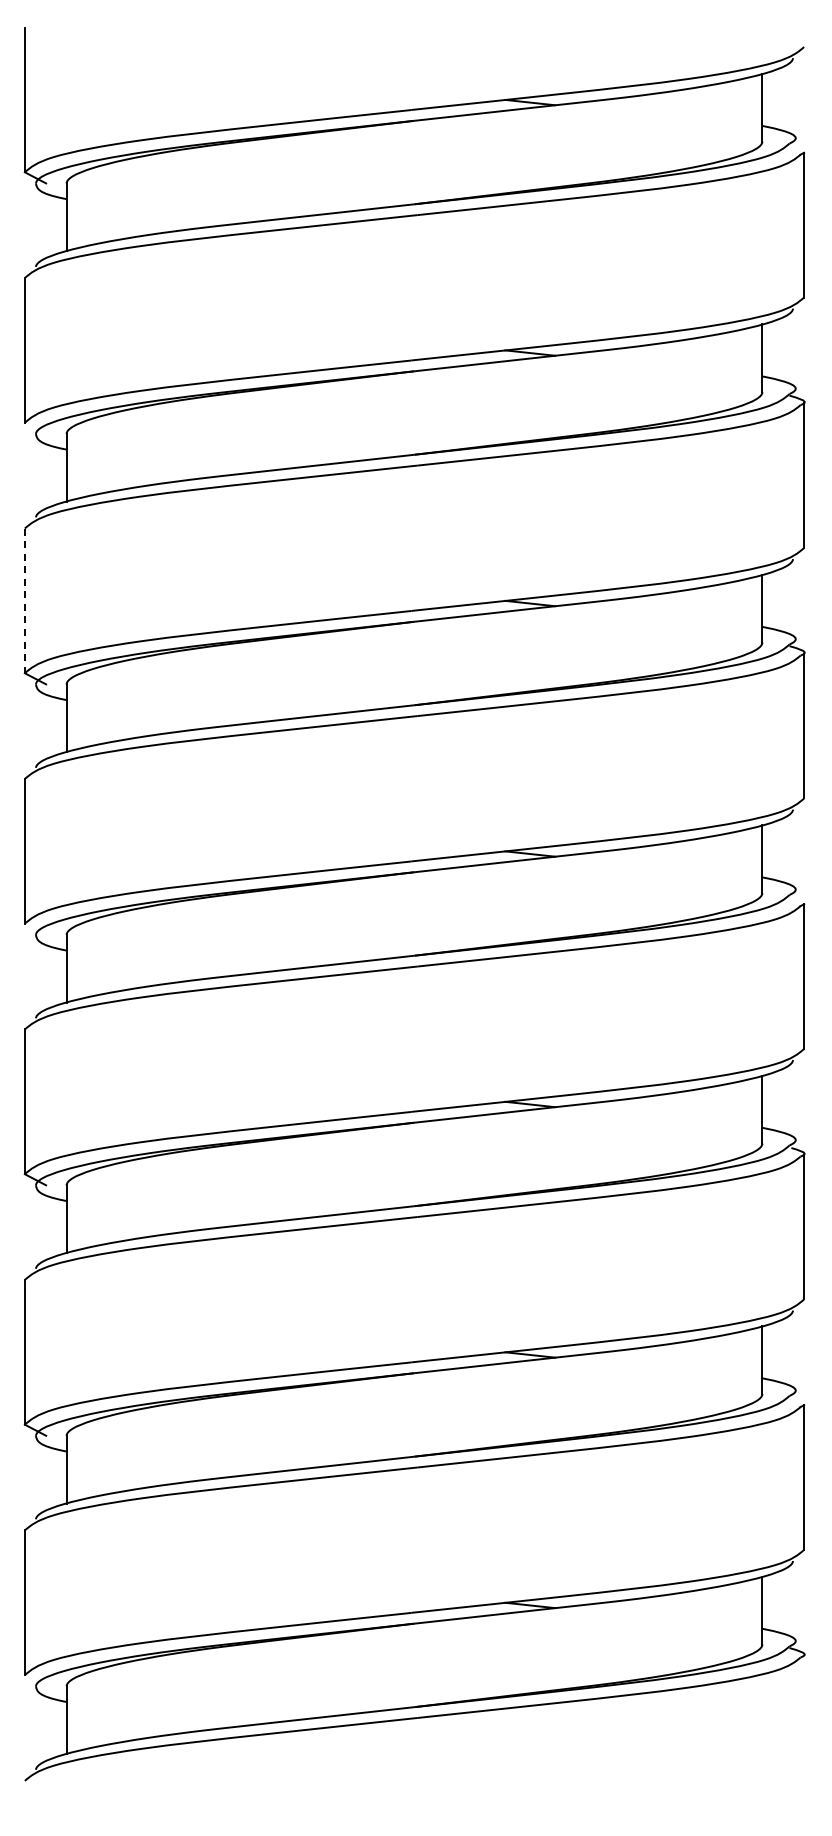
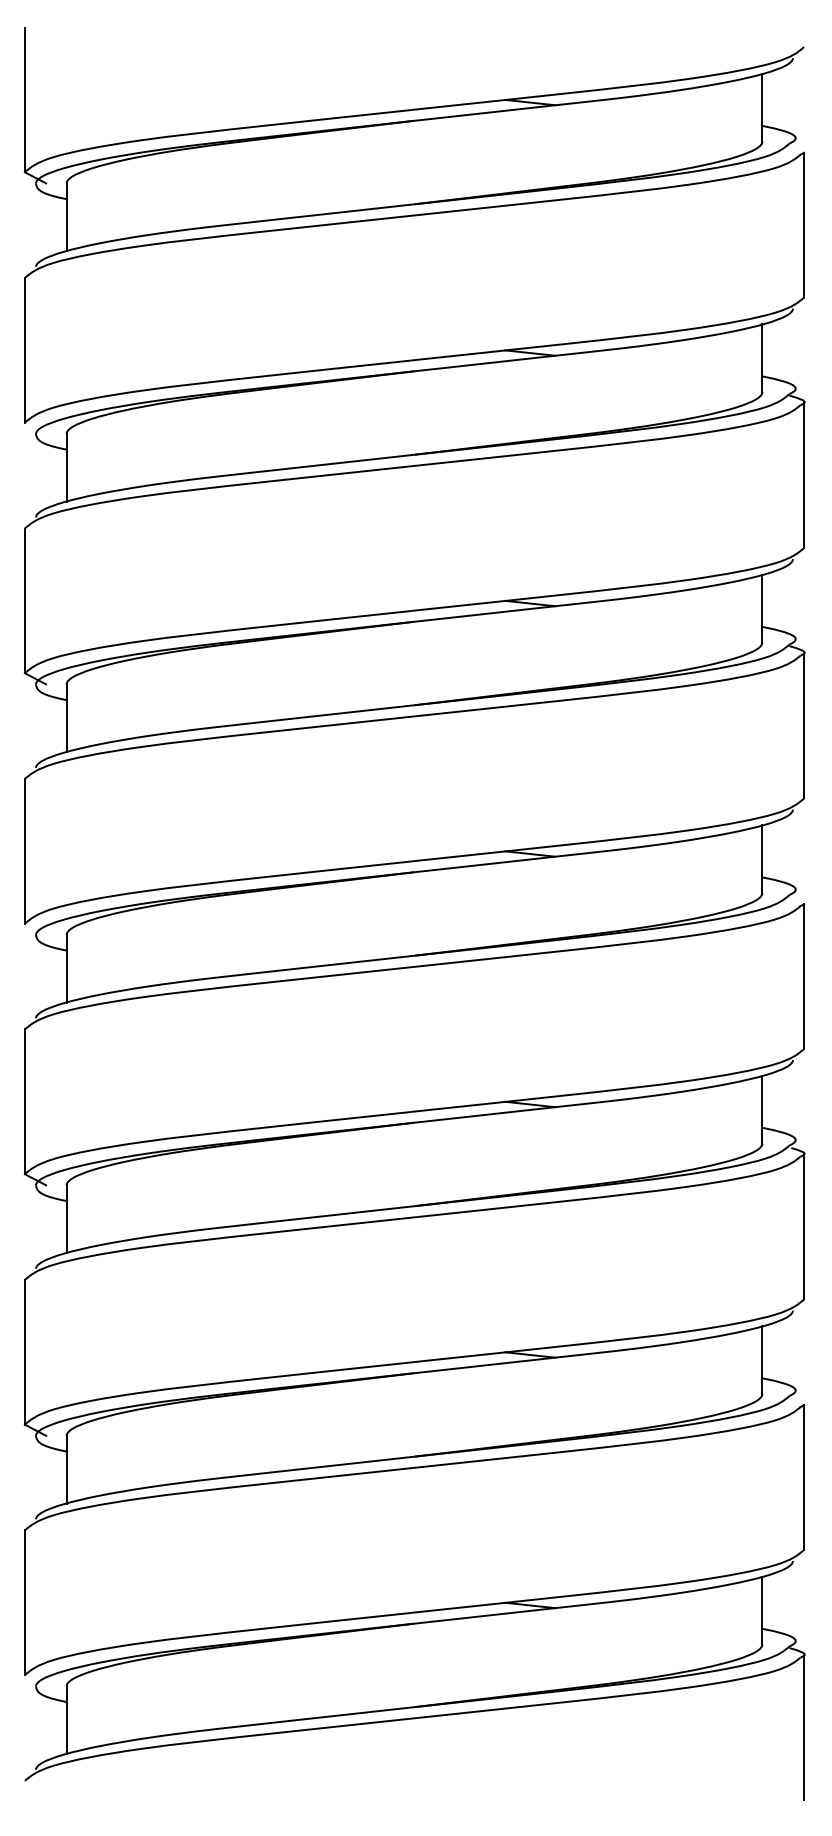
line at (24, 601): dashed -> solid
line at (804, 1727): none -> present
